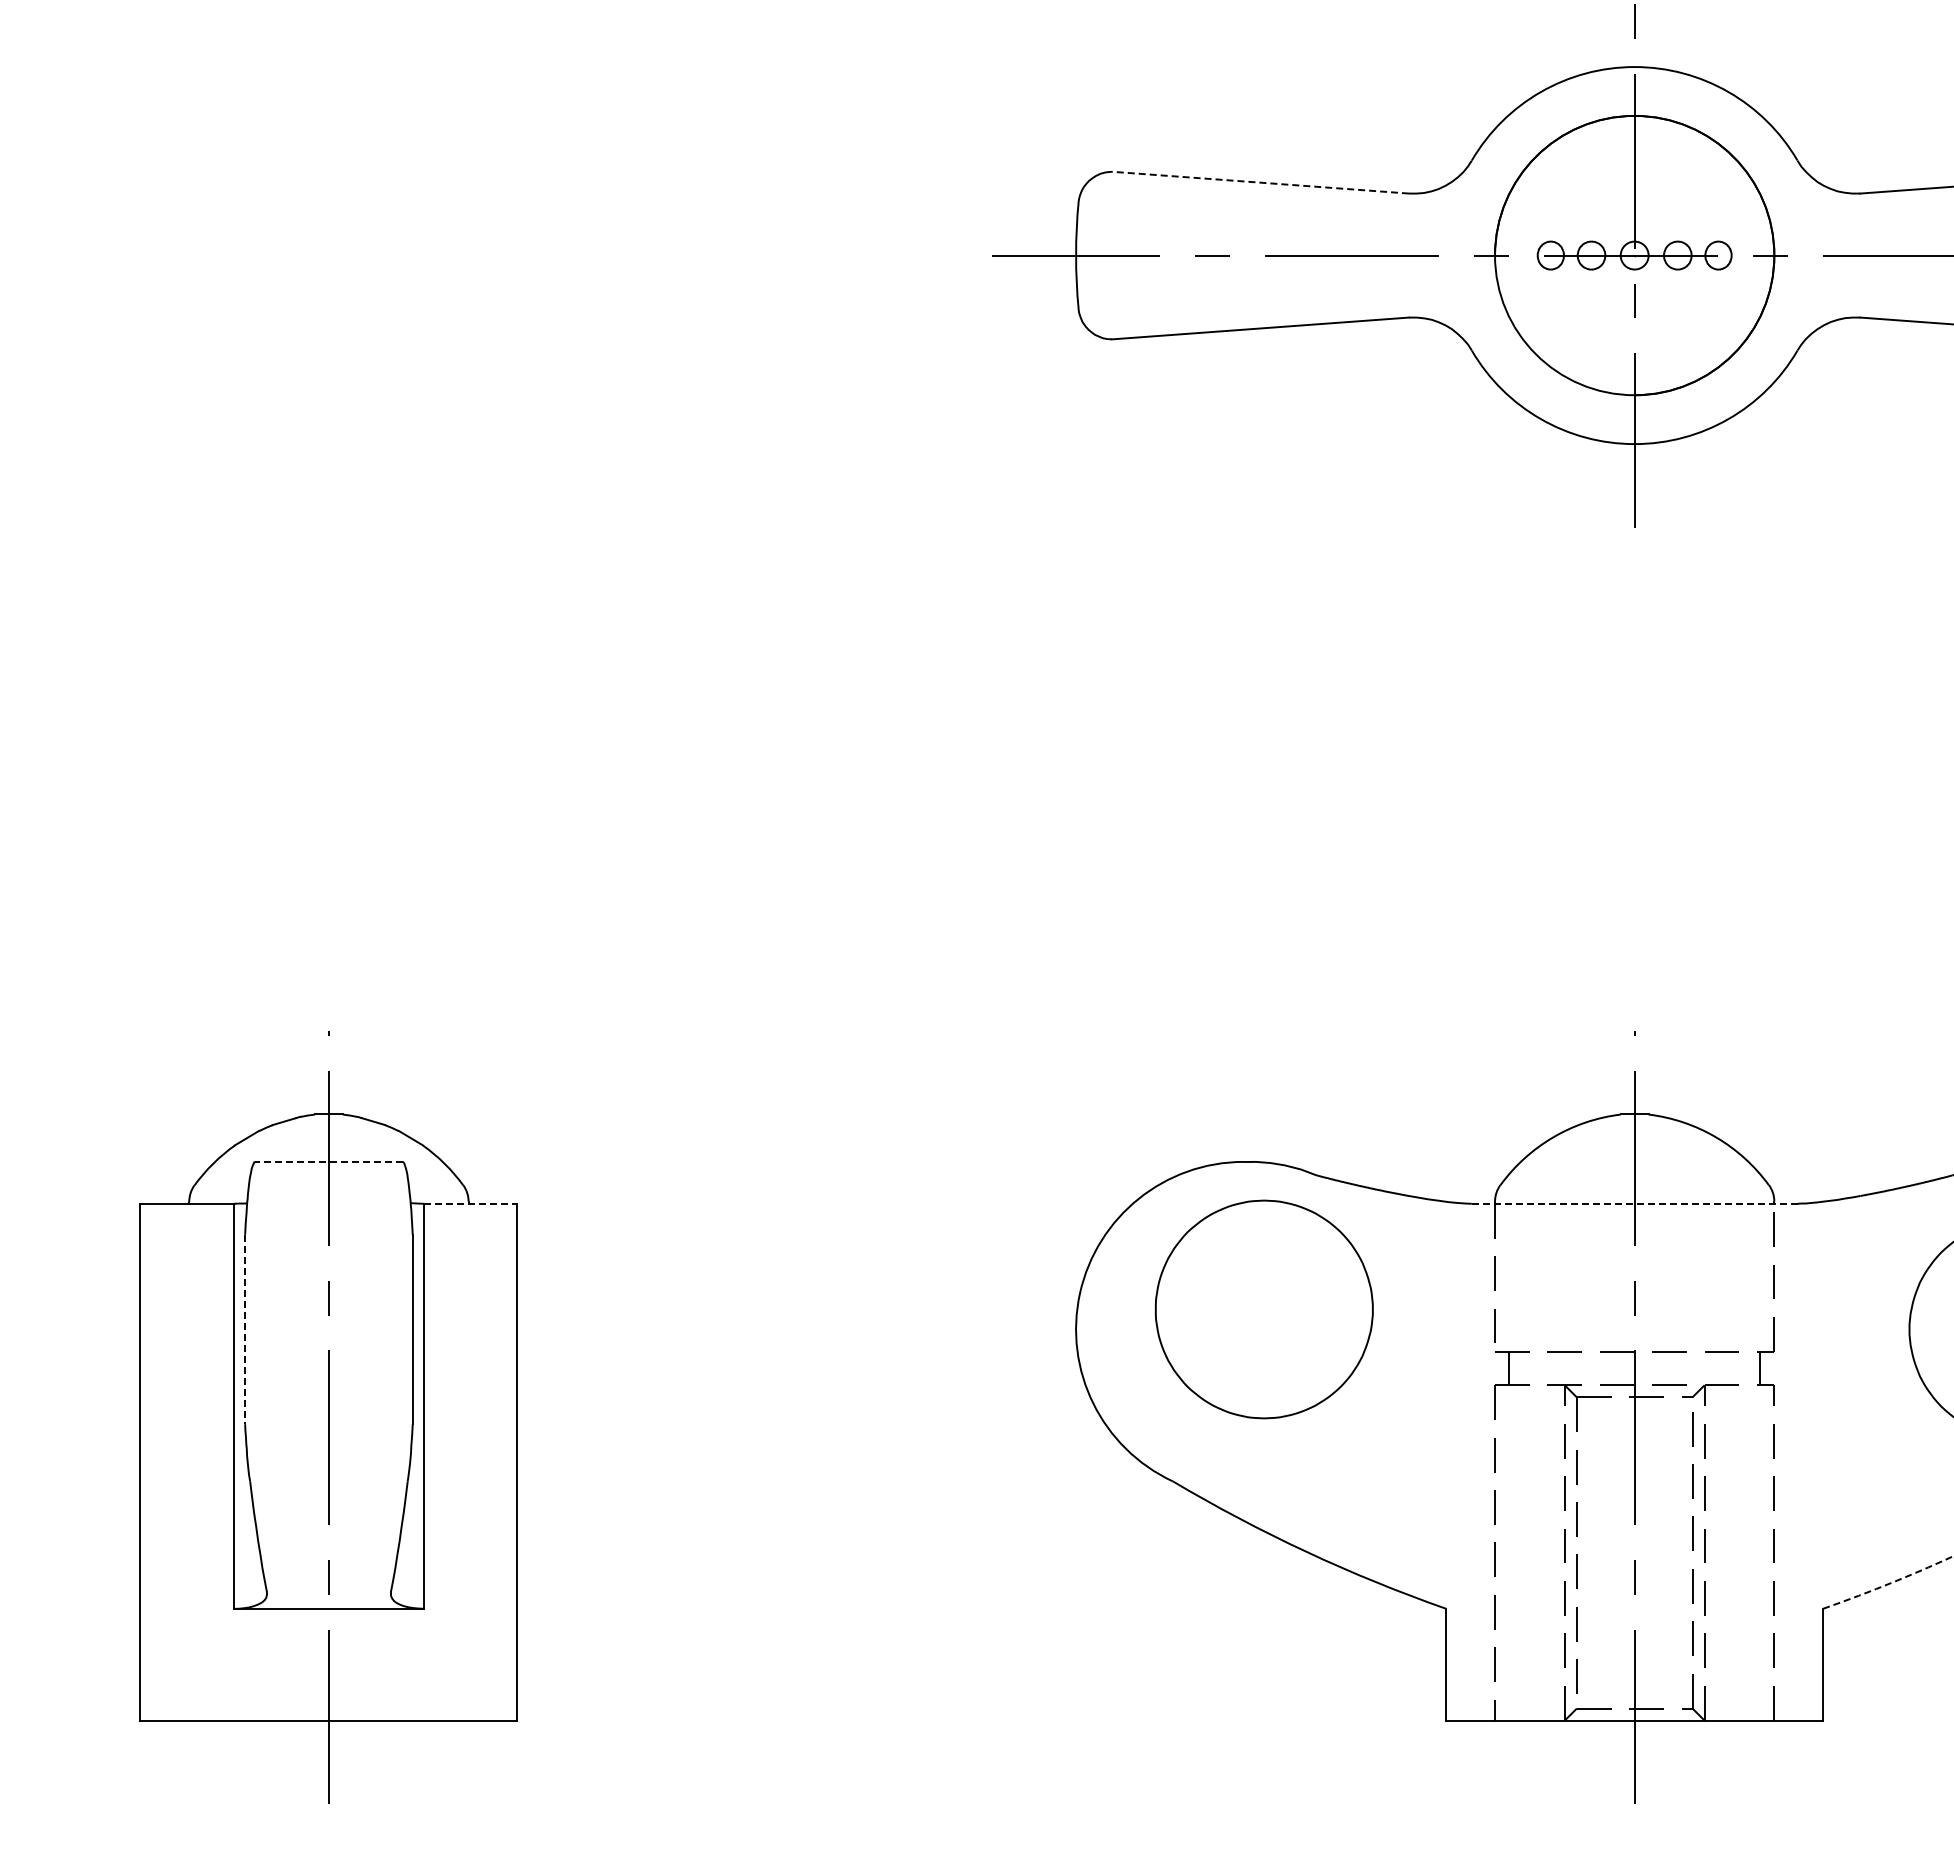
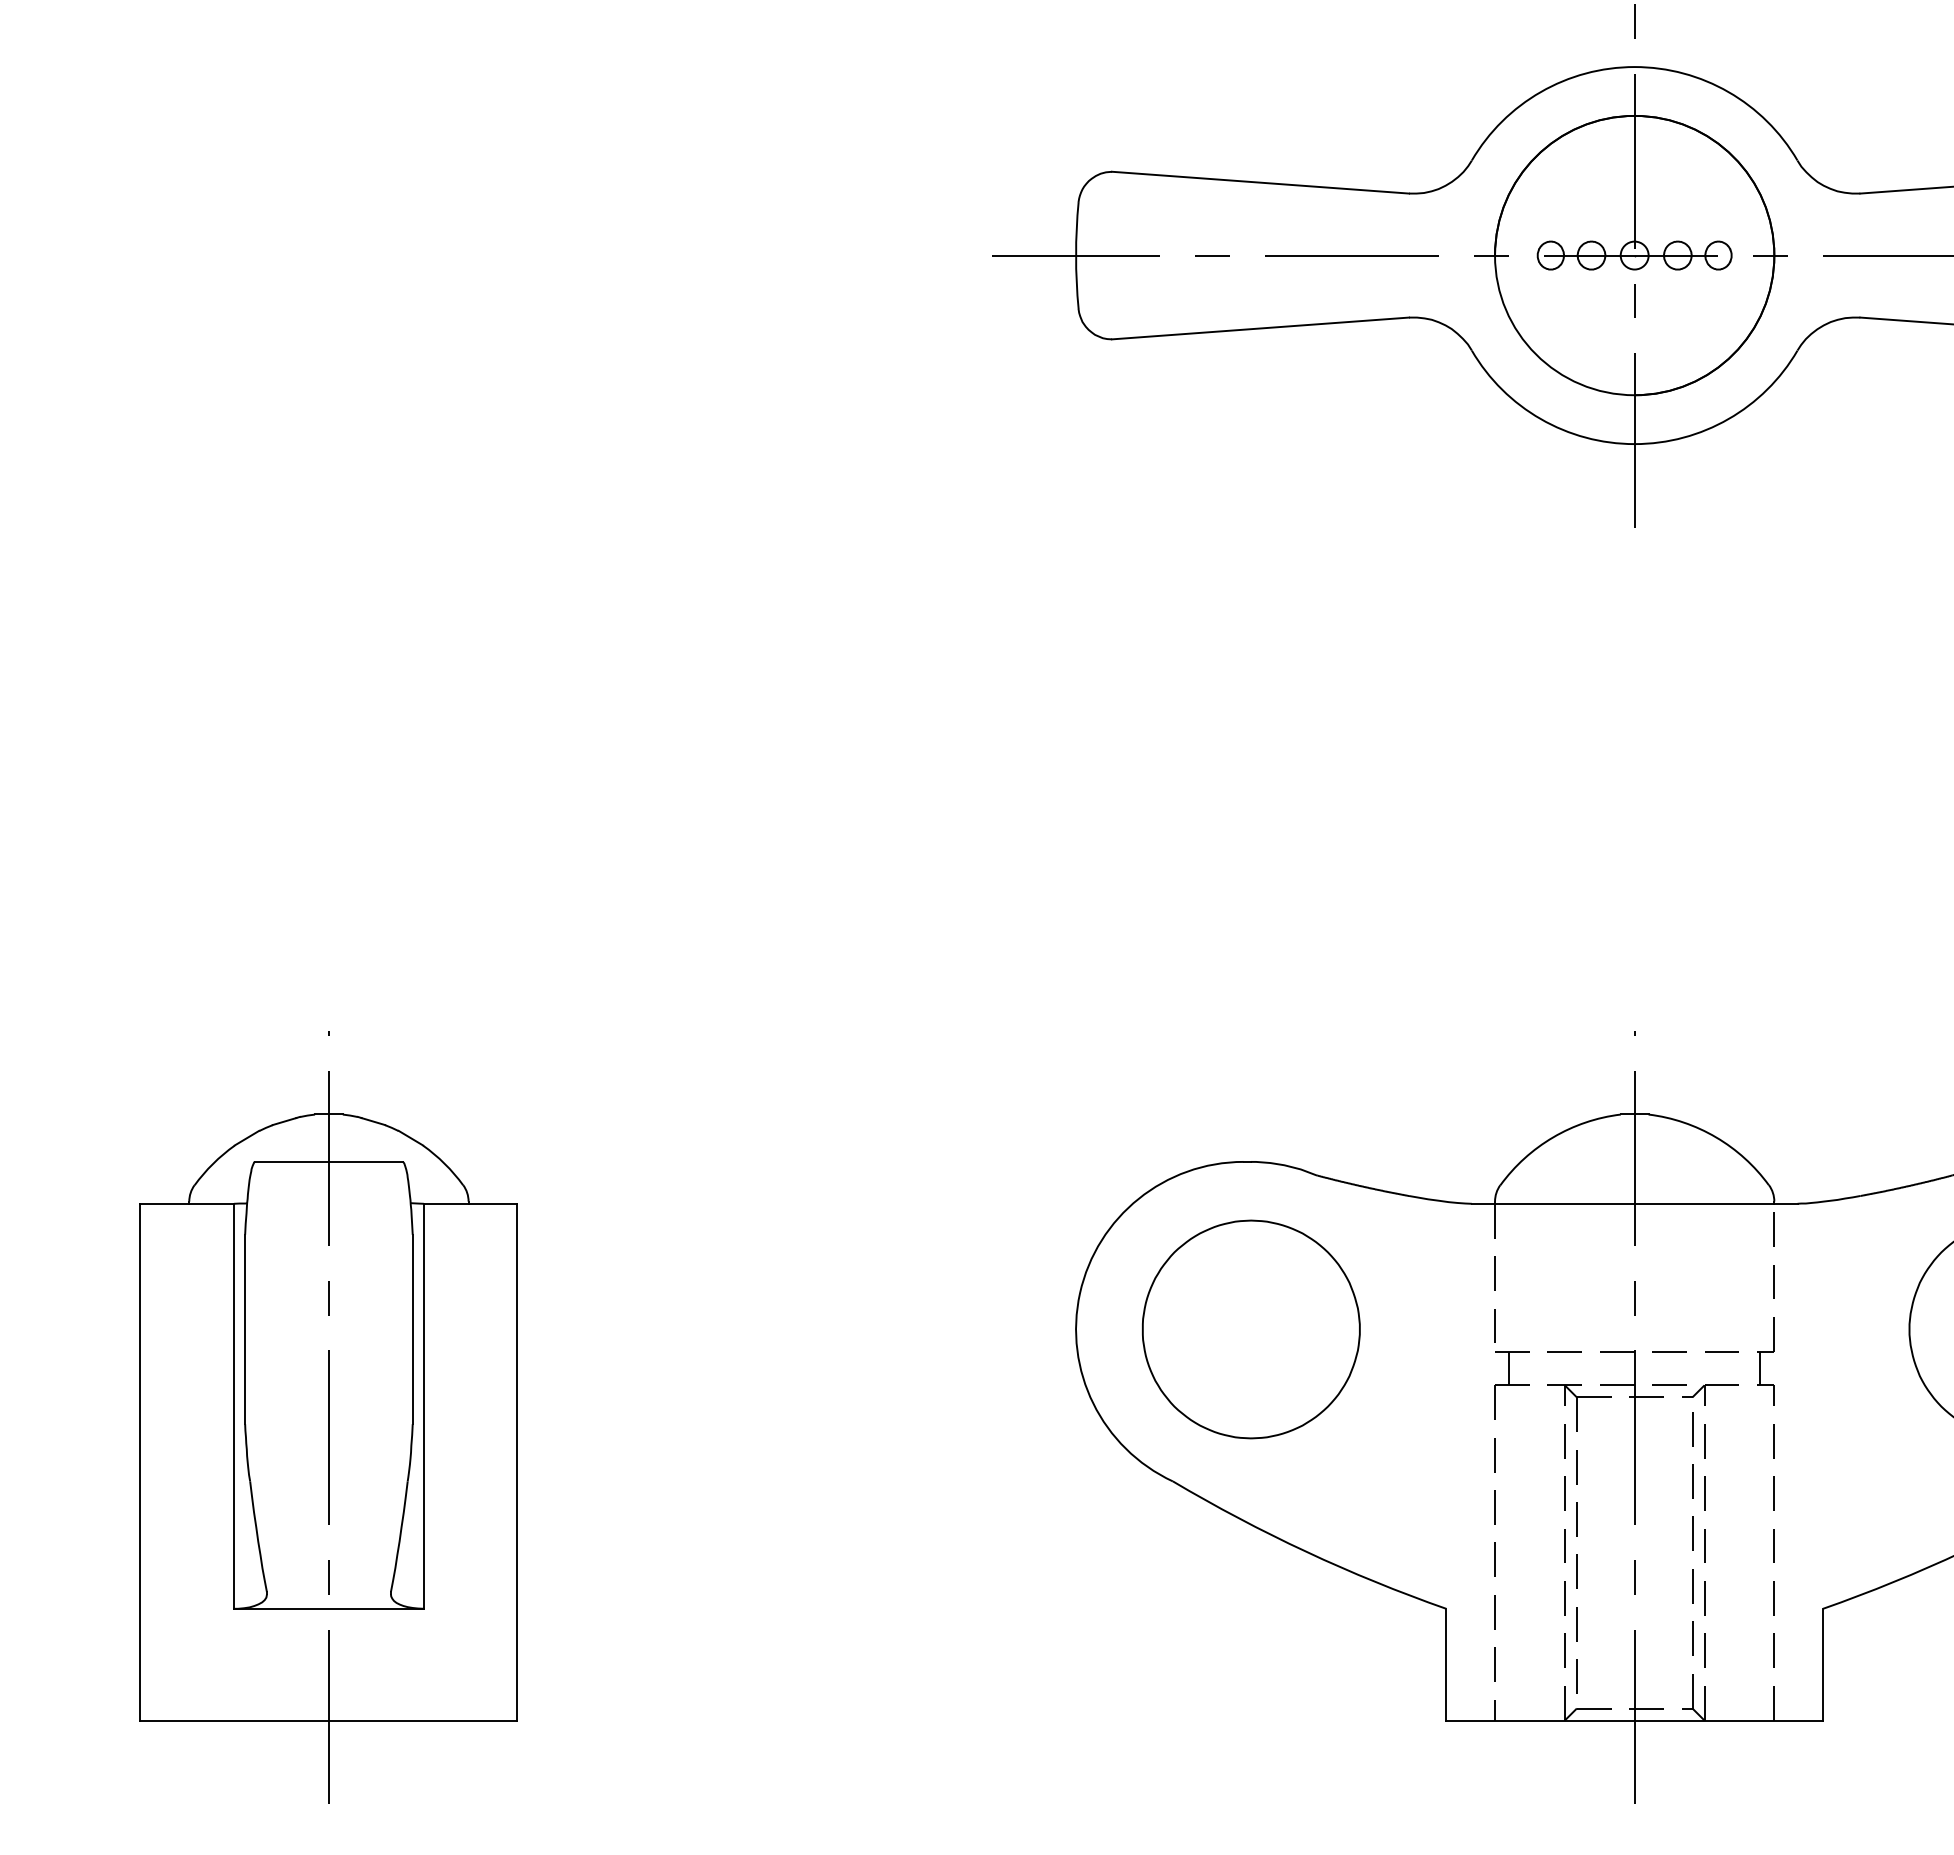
line at (1260, 182): dashed -> solid
line at (328, 1161): dashed -> solid
line at (470, 1203): dashed -> solid
line at (1634, 1203): dashed -> solid
part at (1264, 1309) position: (1264, 1309) -> (1251, 1329)
line at (245, 1329): dashed -> solid
arc at (1890, 1583): dashed -> solid
